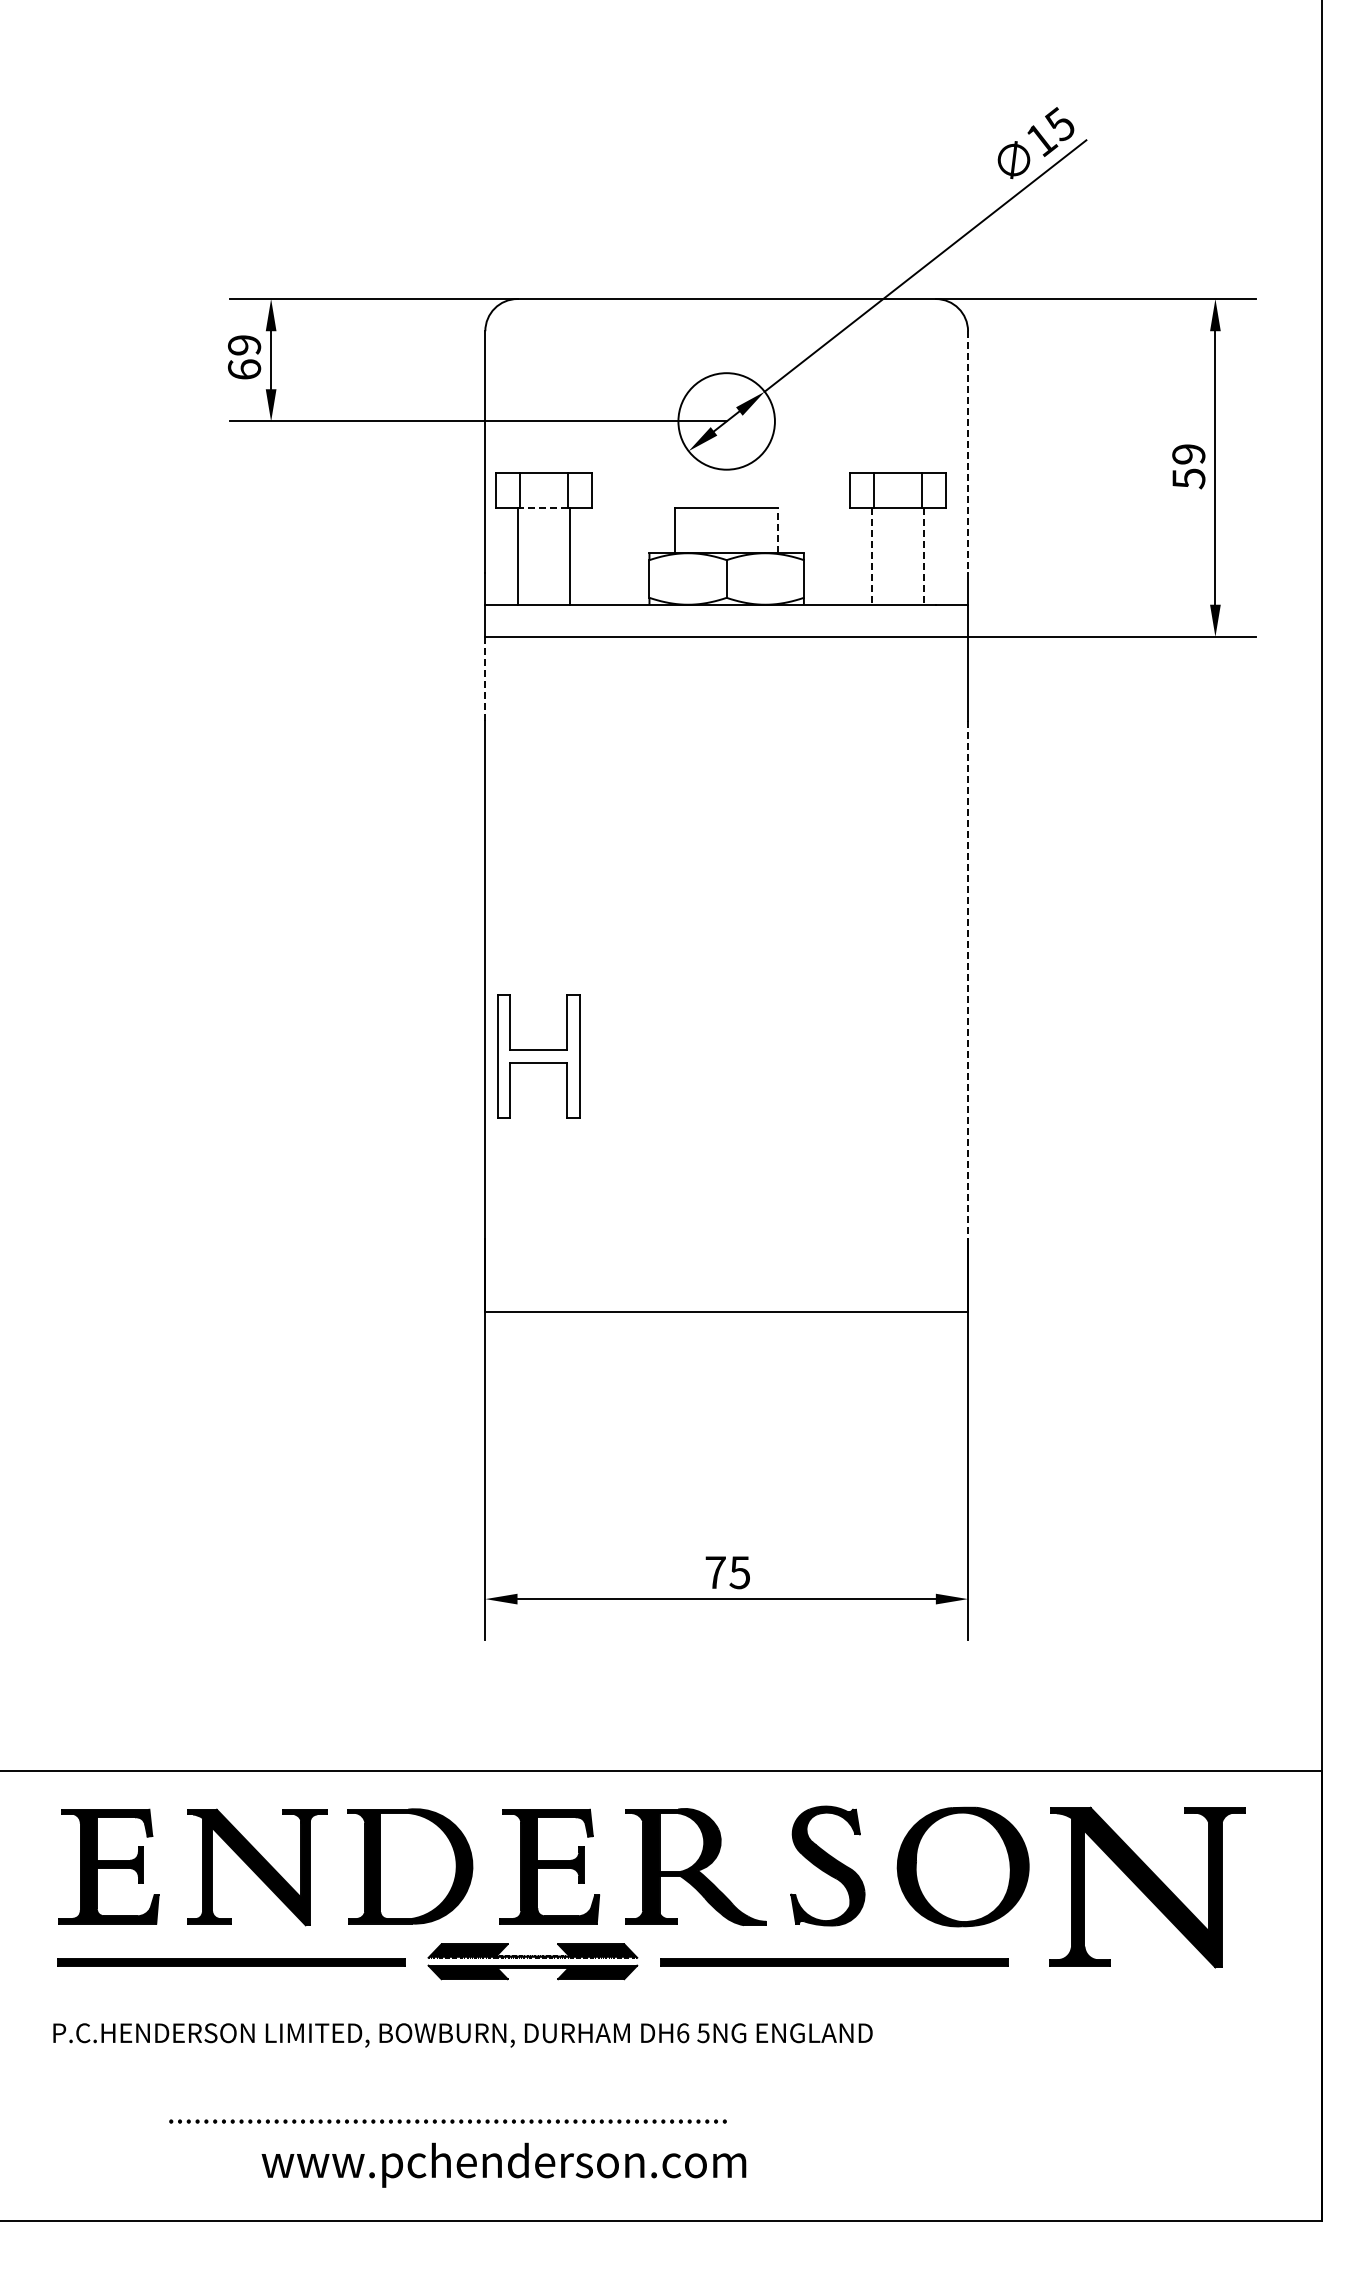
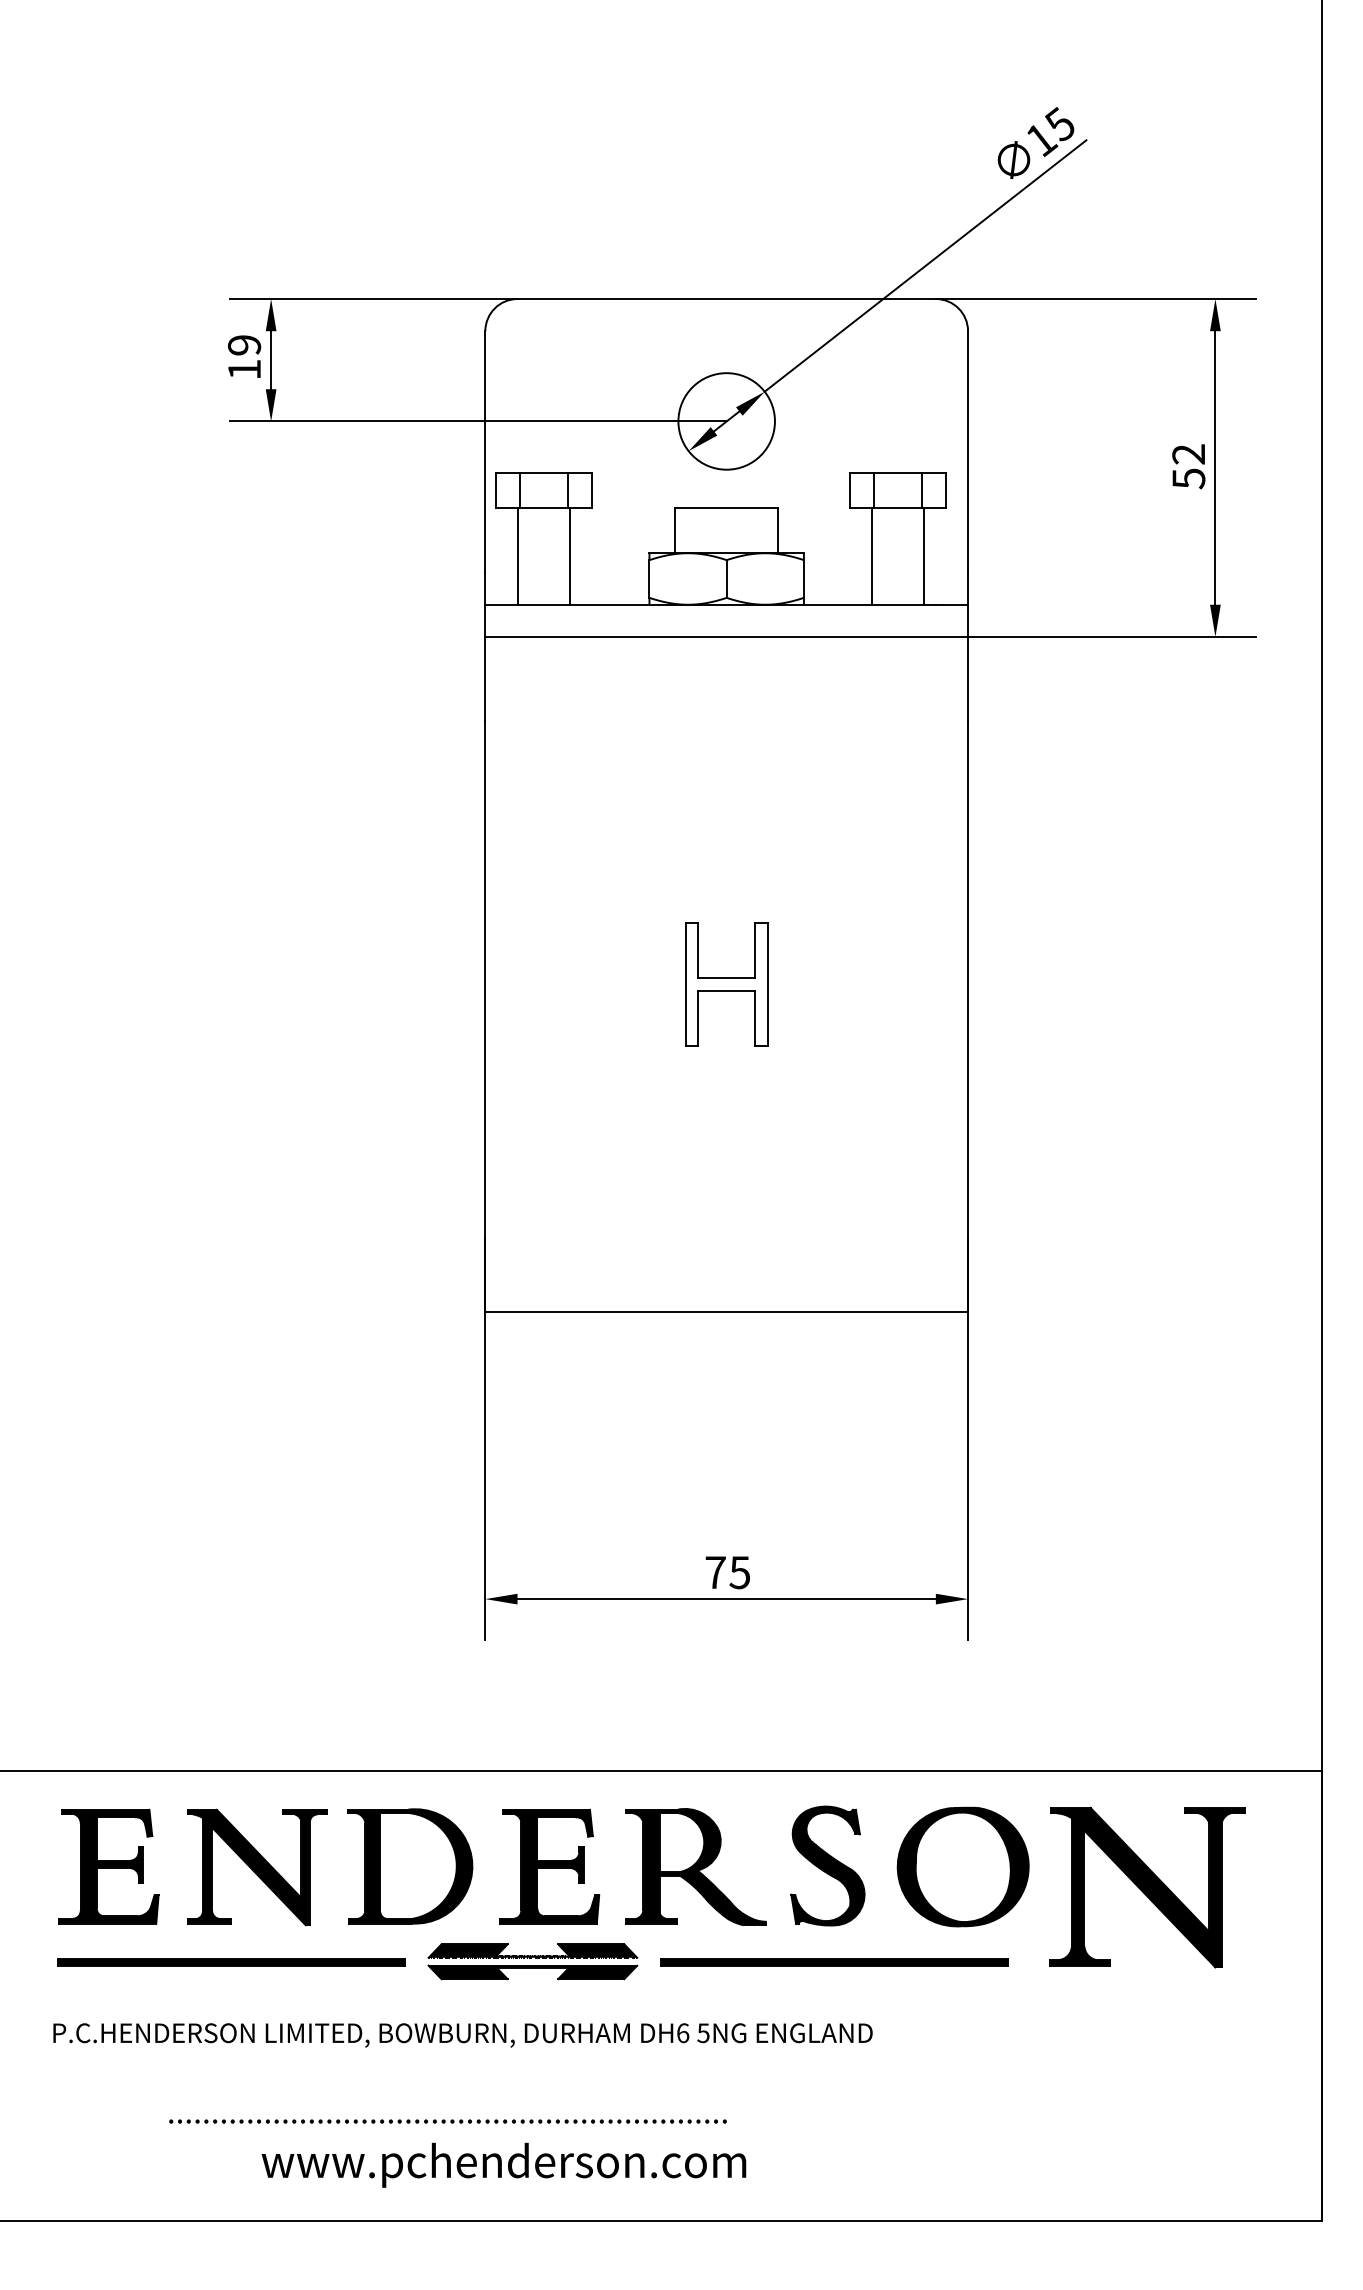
text at (244, 369): 69 -> 19
line at (968, 451): dashed -> solid
text at (1188, 454): 59 -> 52
line at (543, 508): dashed -> solid
line at (778, 530): dashed -> solid
line at (872, 556): dashed -> solid
line at (923, 556): dashed -> solid
line at (485, 678): dashed -> solid
line at (968, 980): dashed -> solid
part at (538, 1056) position: (538, 1056) -> (726, 984)
